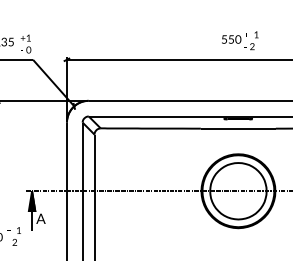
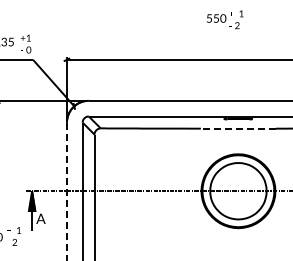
text at (240, 40) position: (240, 40) -> (225, 19)
line at (238, 128): solid -> dashed
line at (66, 191): solid -> dashed
